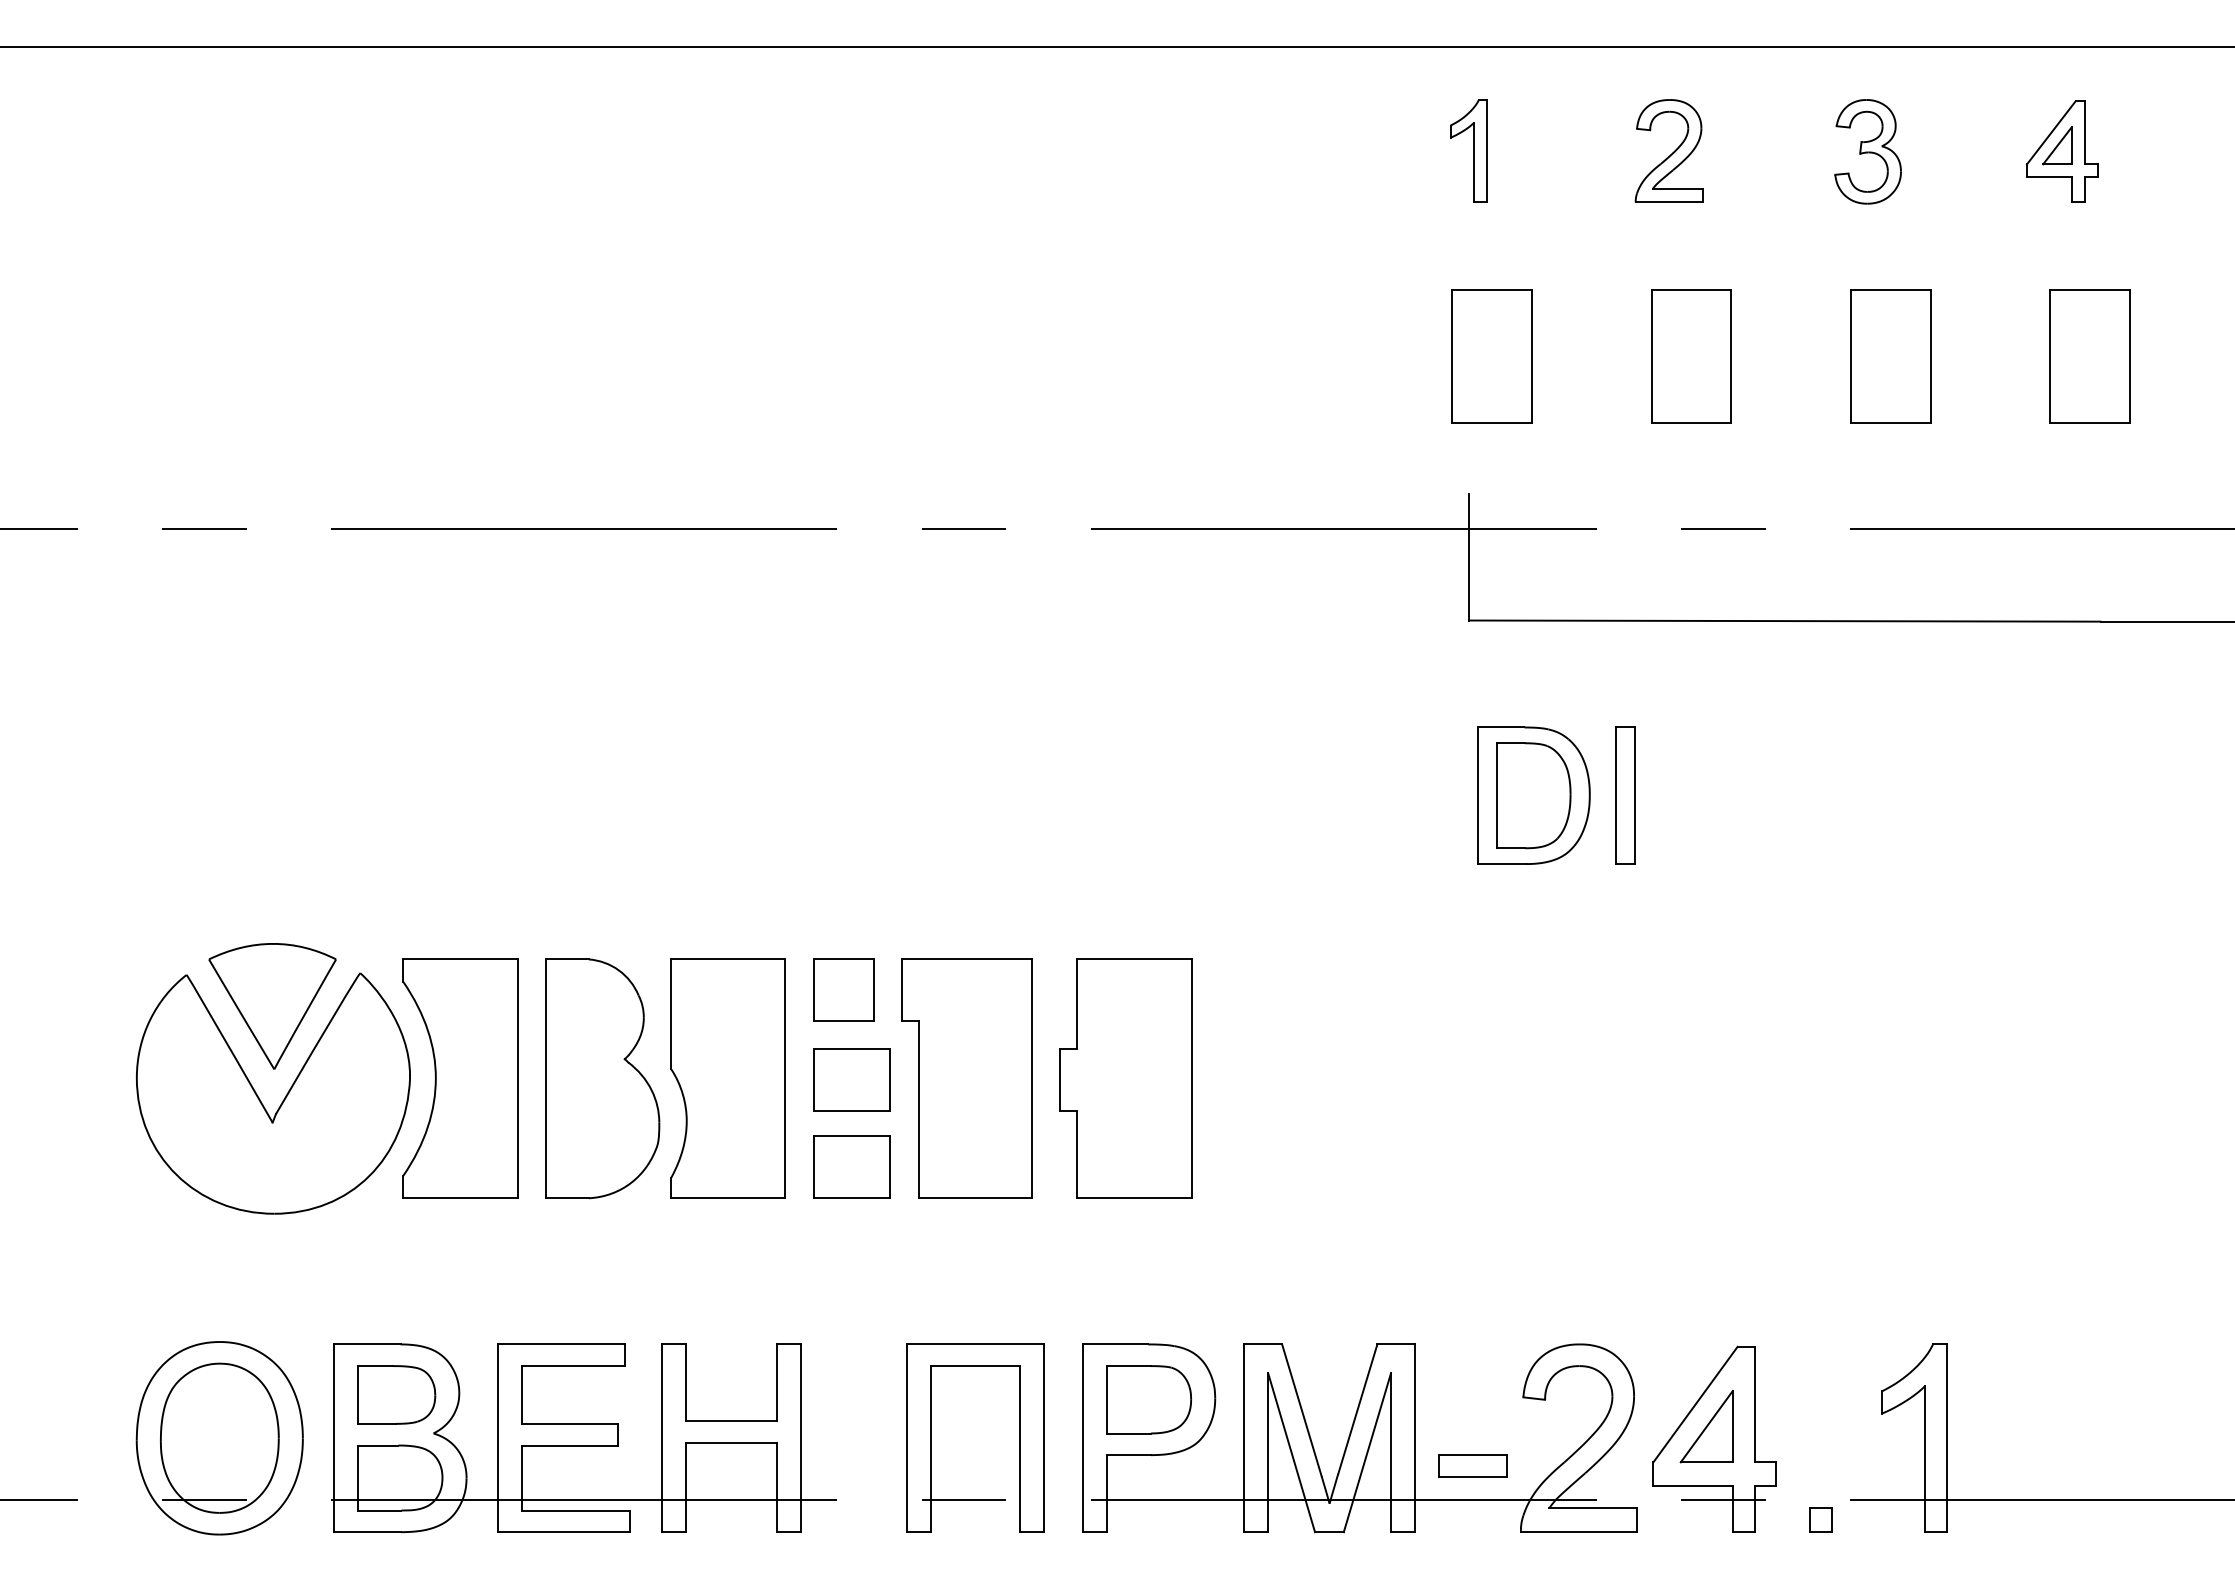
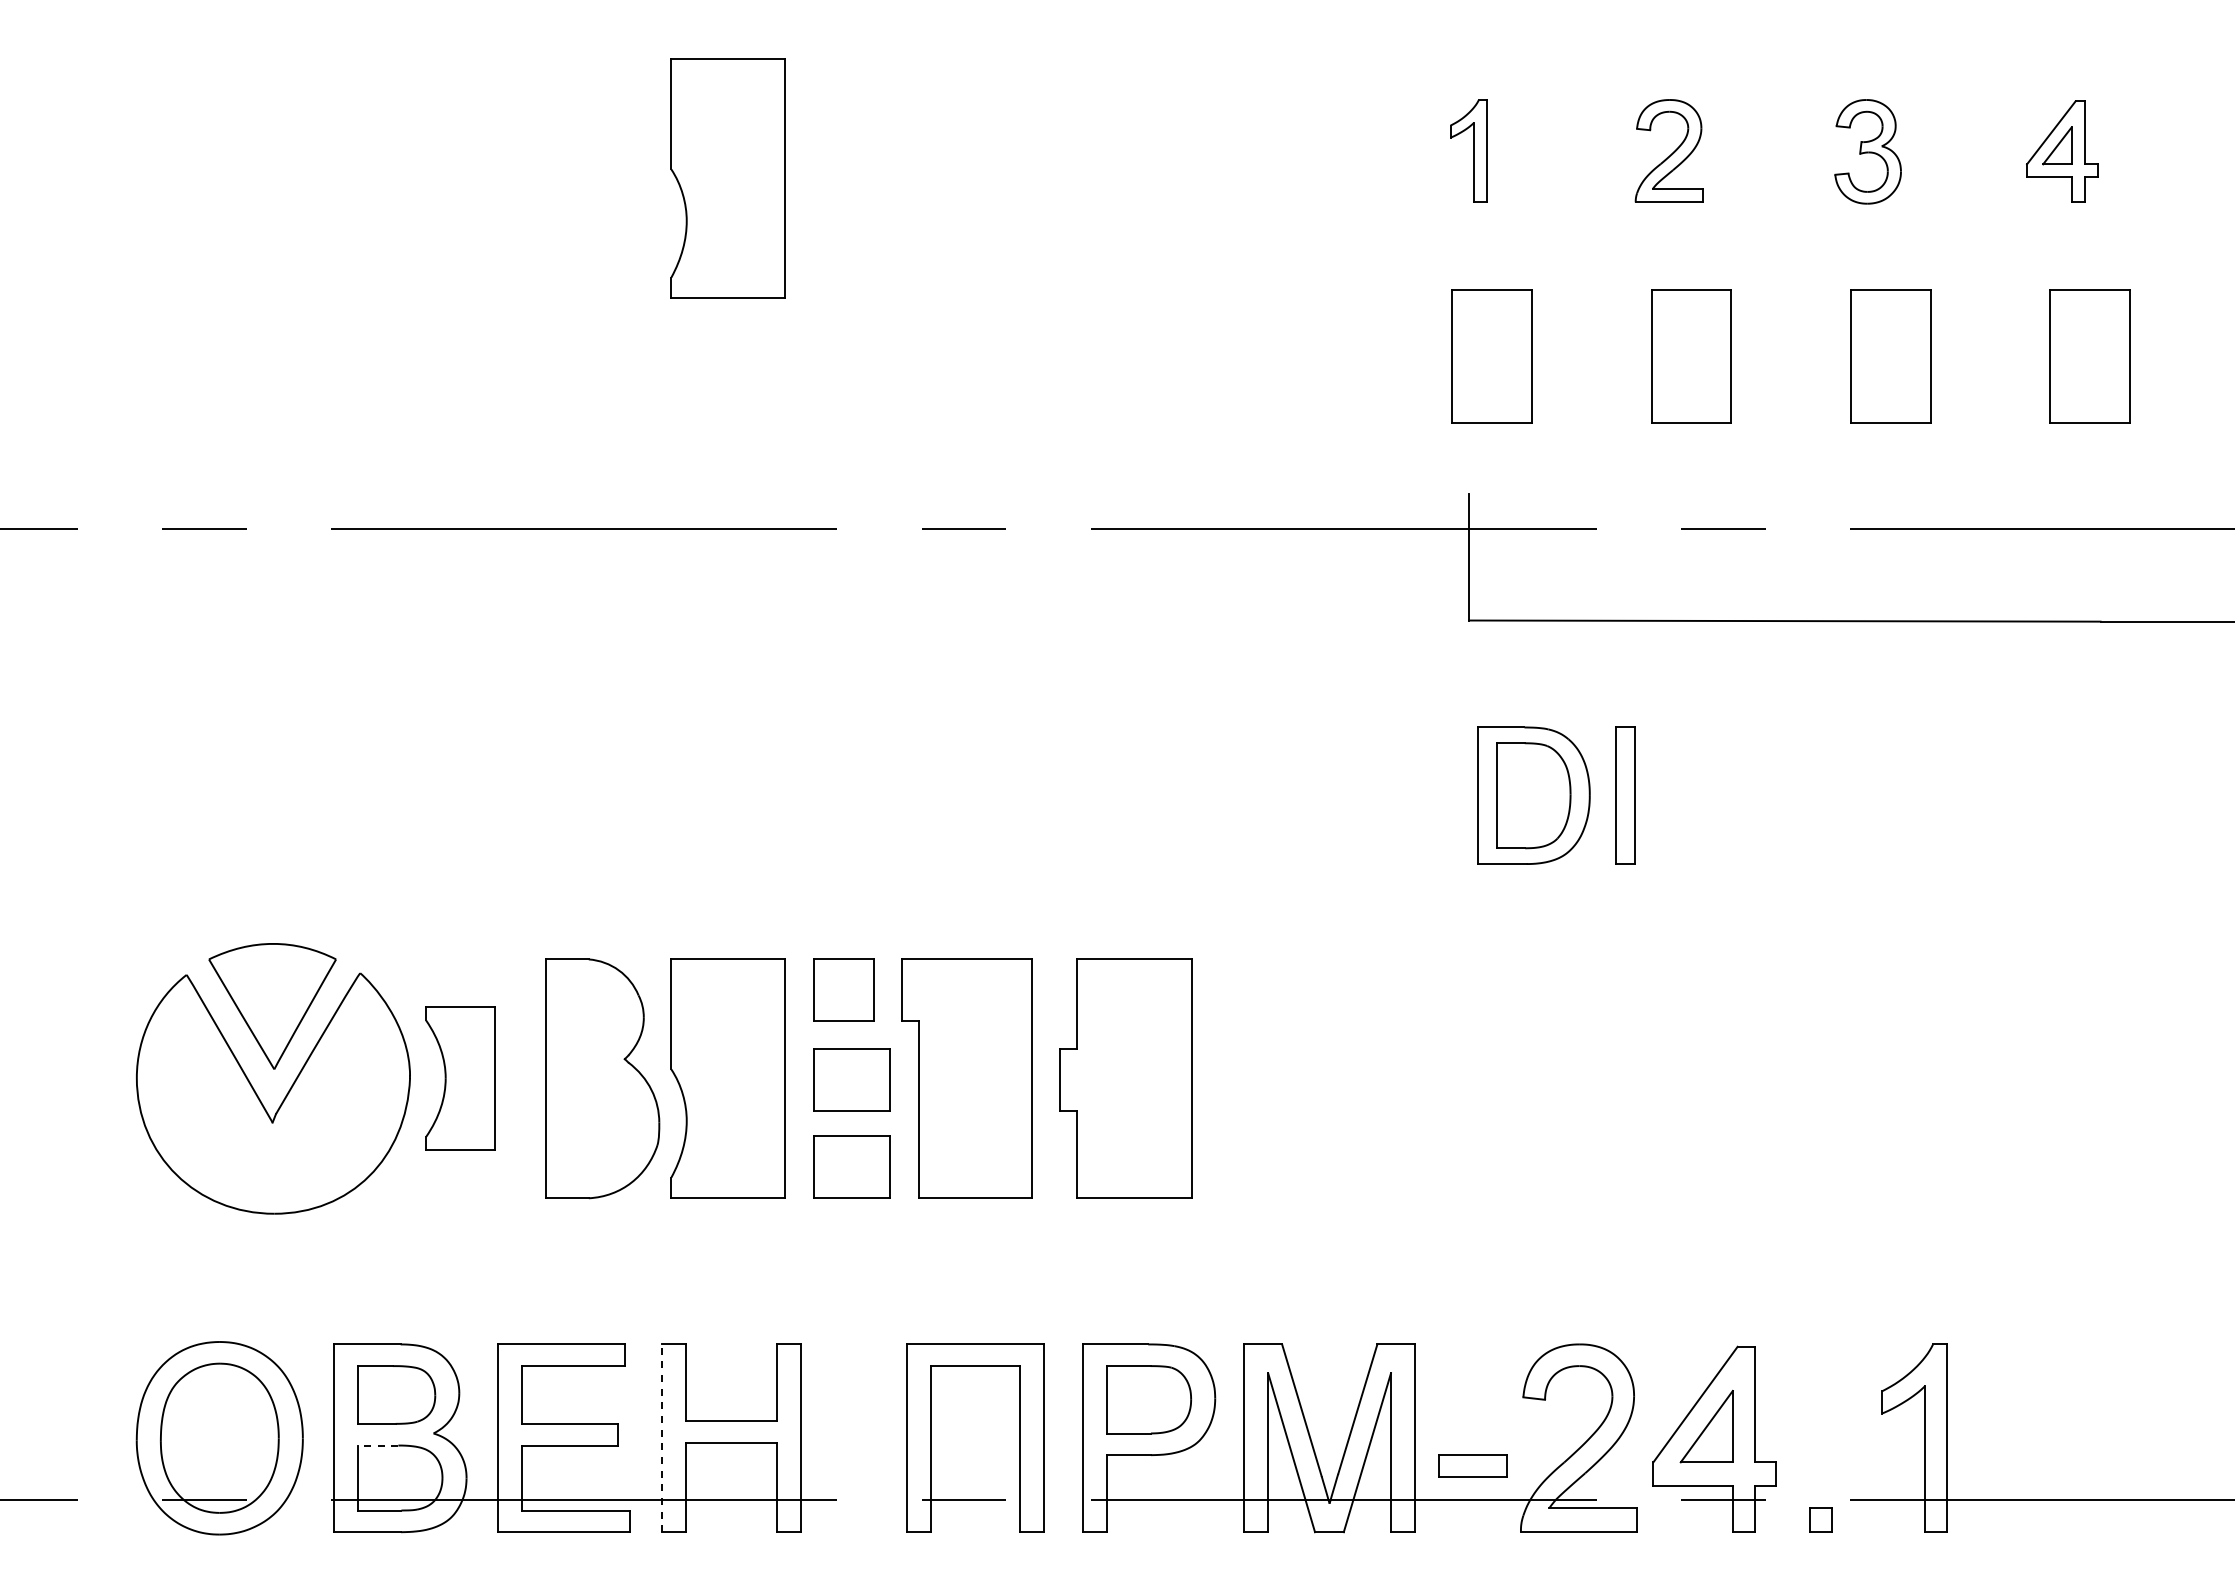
line at (1116, 47): present -> none
part at (727, 178): none -> present
part at (460, 1078) size: 117x241 px -> 71x145 px
line at (661, 1438): solid -> dashed
line at (377, 1445): solid -> dashed
